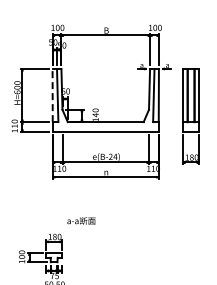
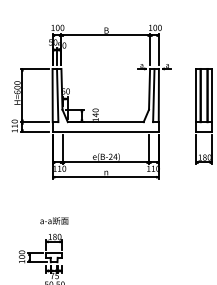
line at (52, 95): dashed -> solid
part at (190, 116) position: (190, 116) -> (203, 116)
text at (81, 220) position: (81, 220) -> (54, 220)
